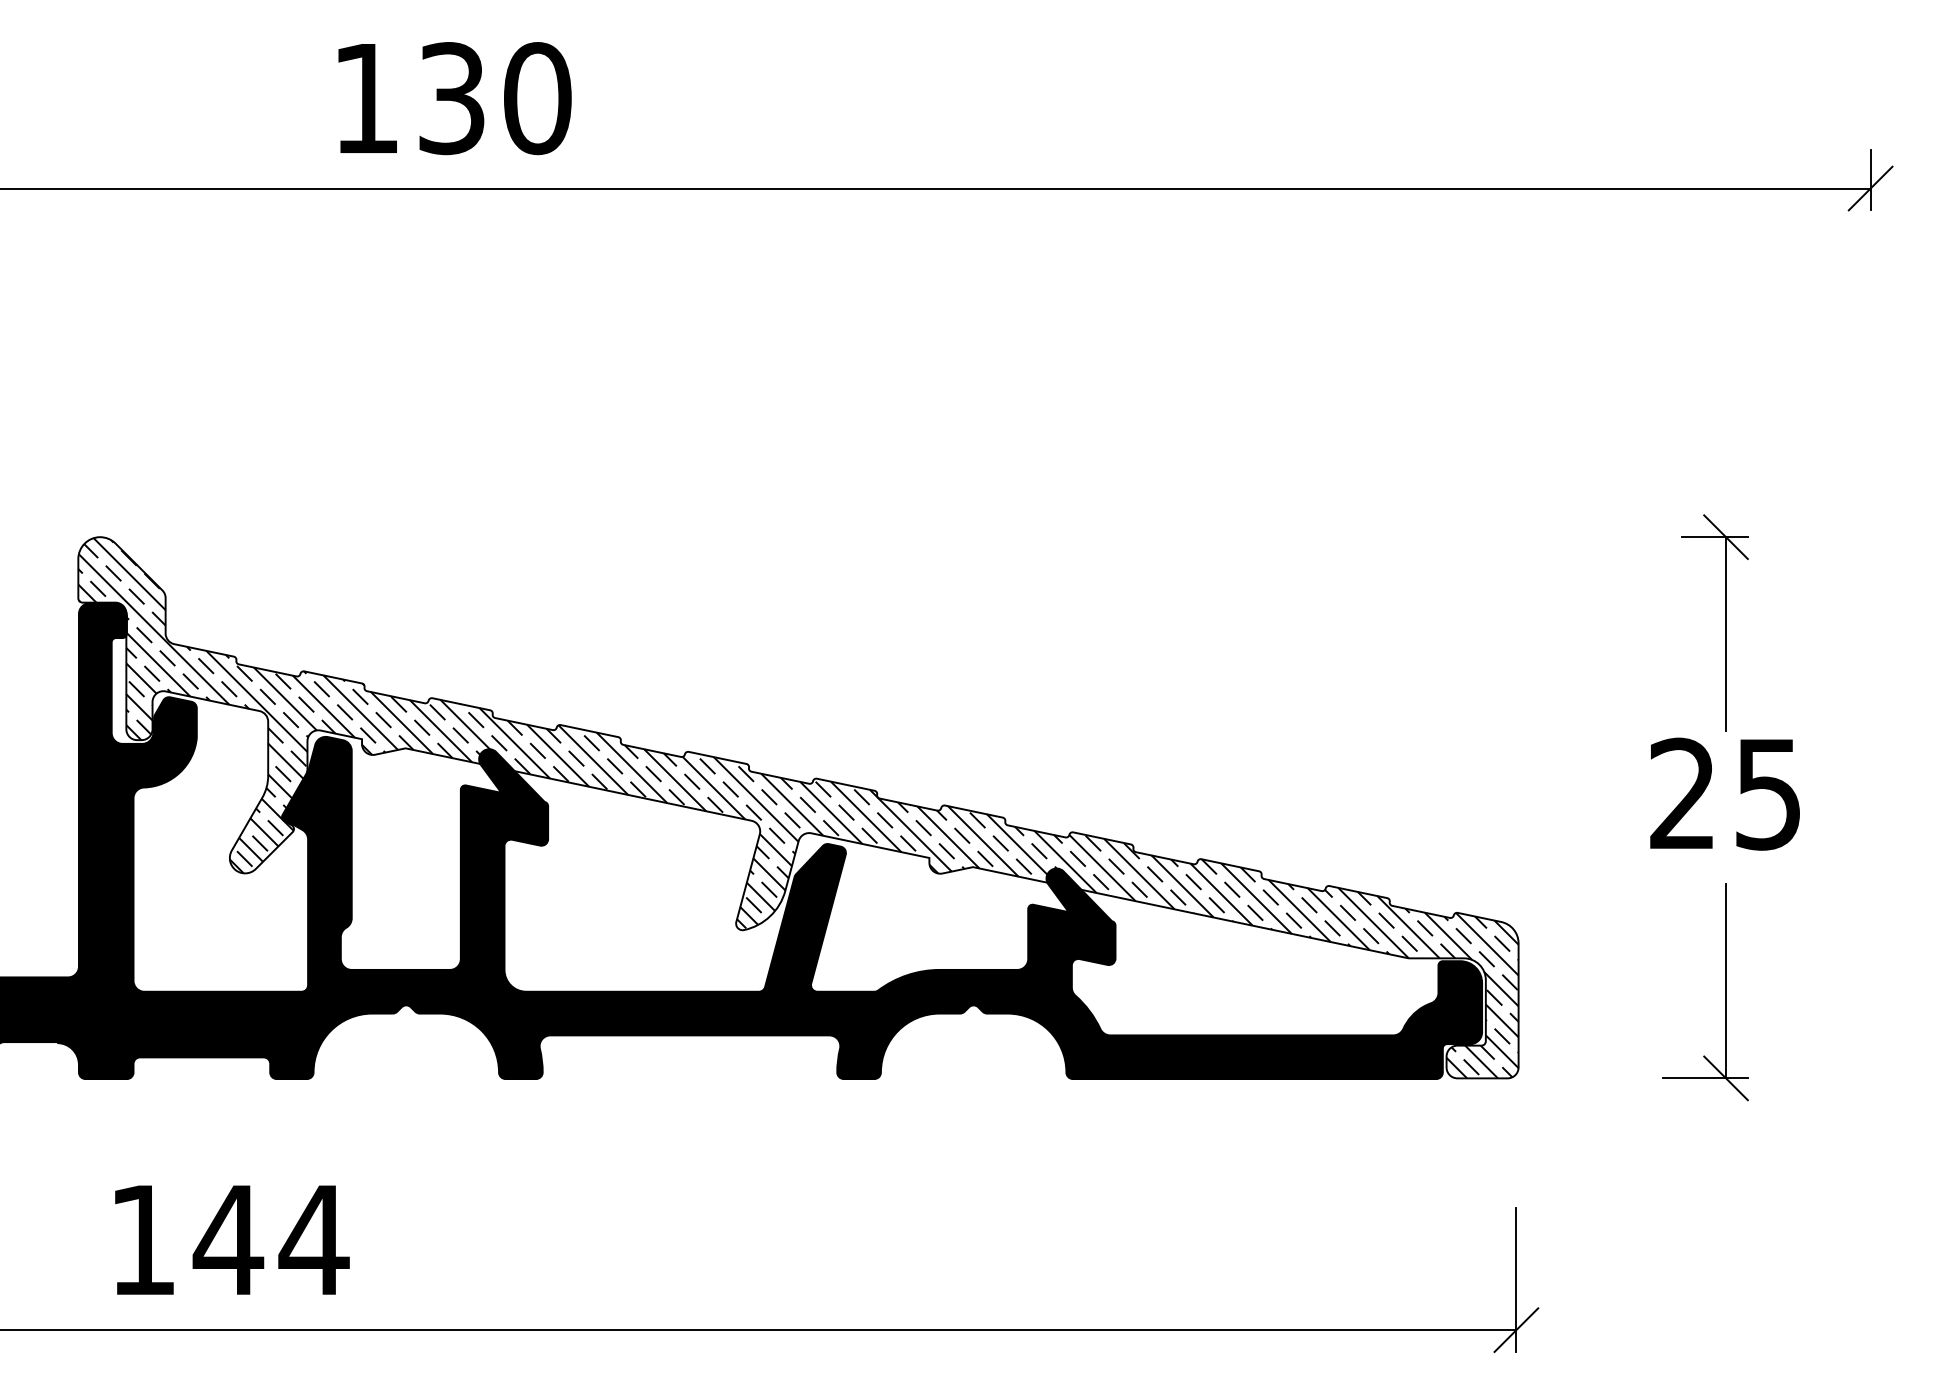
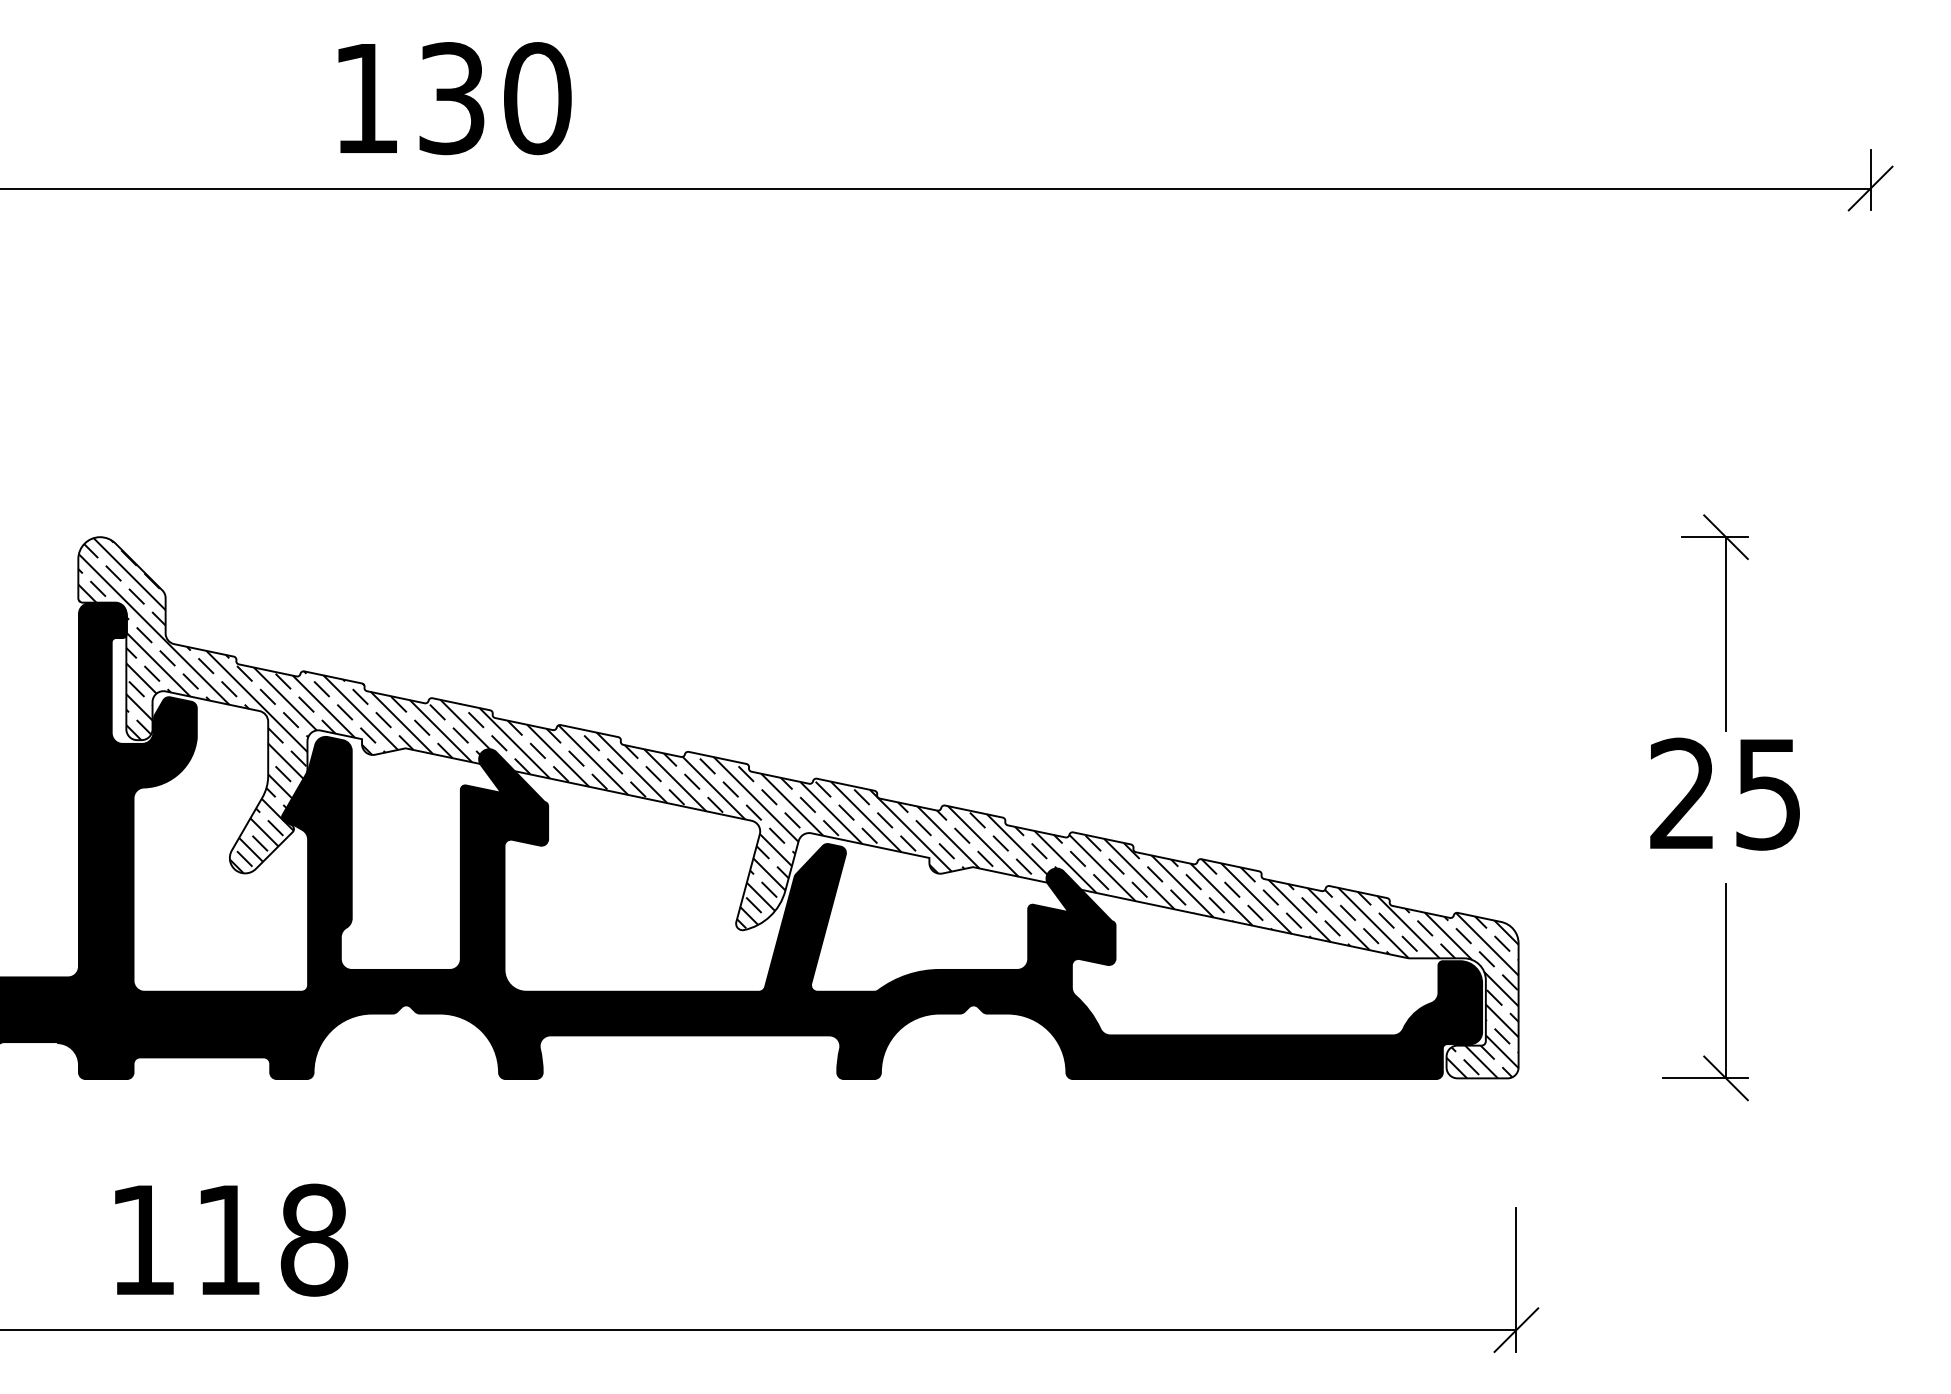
text at (270, 1239): 144 -> 118
